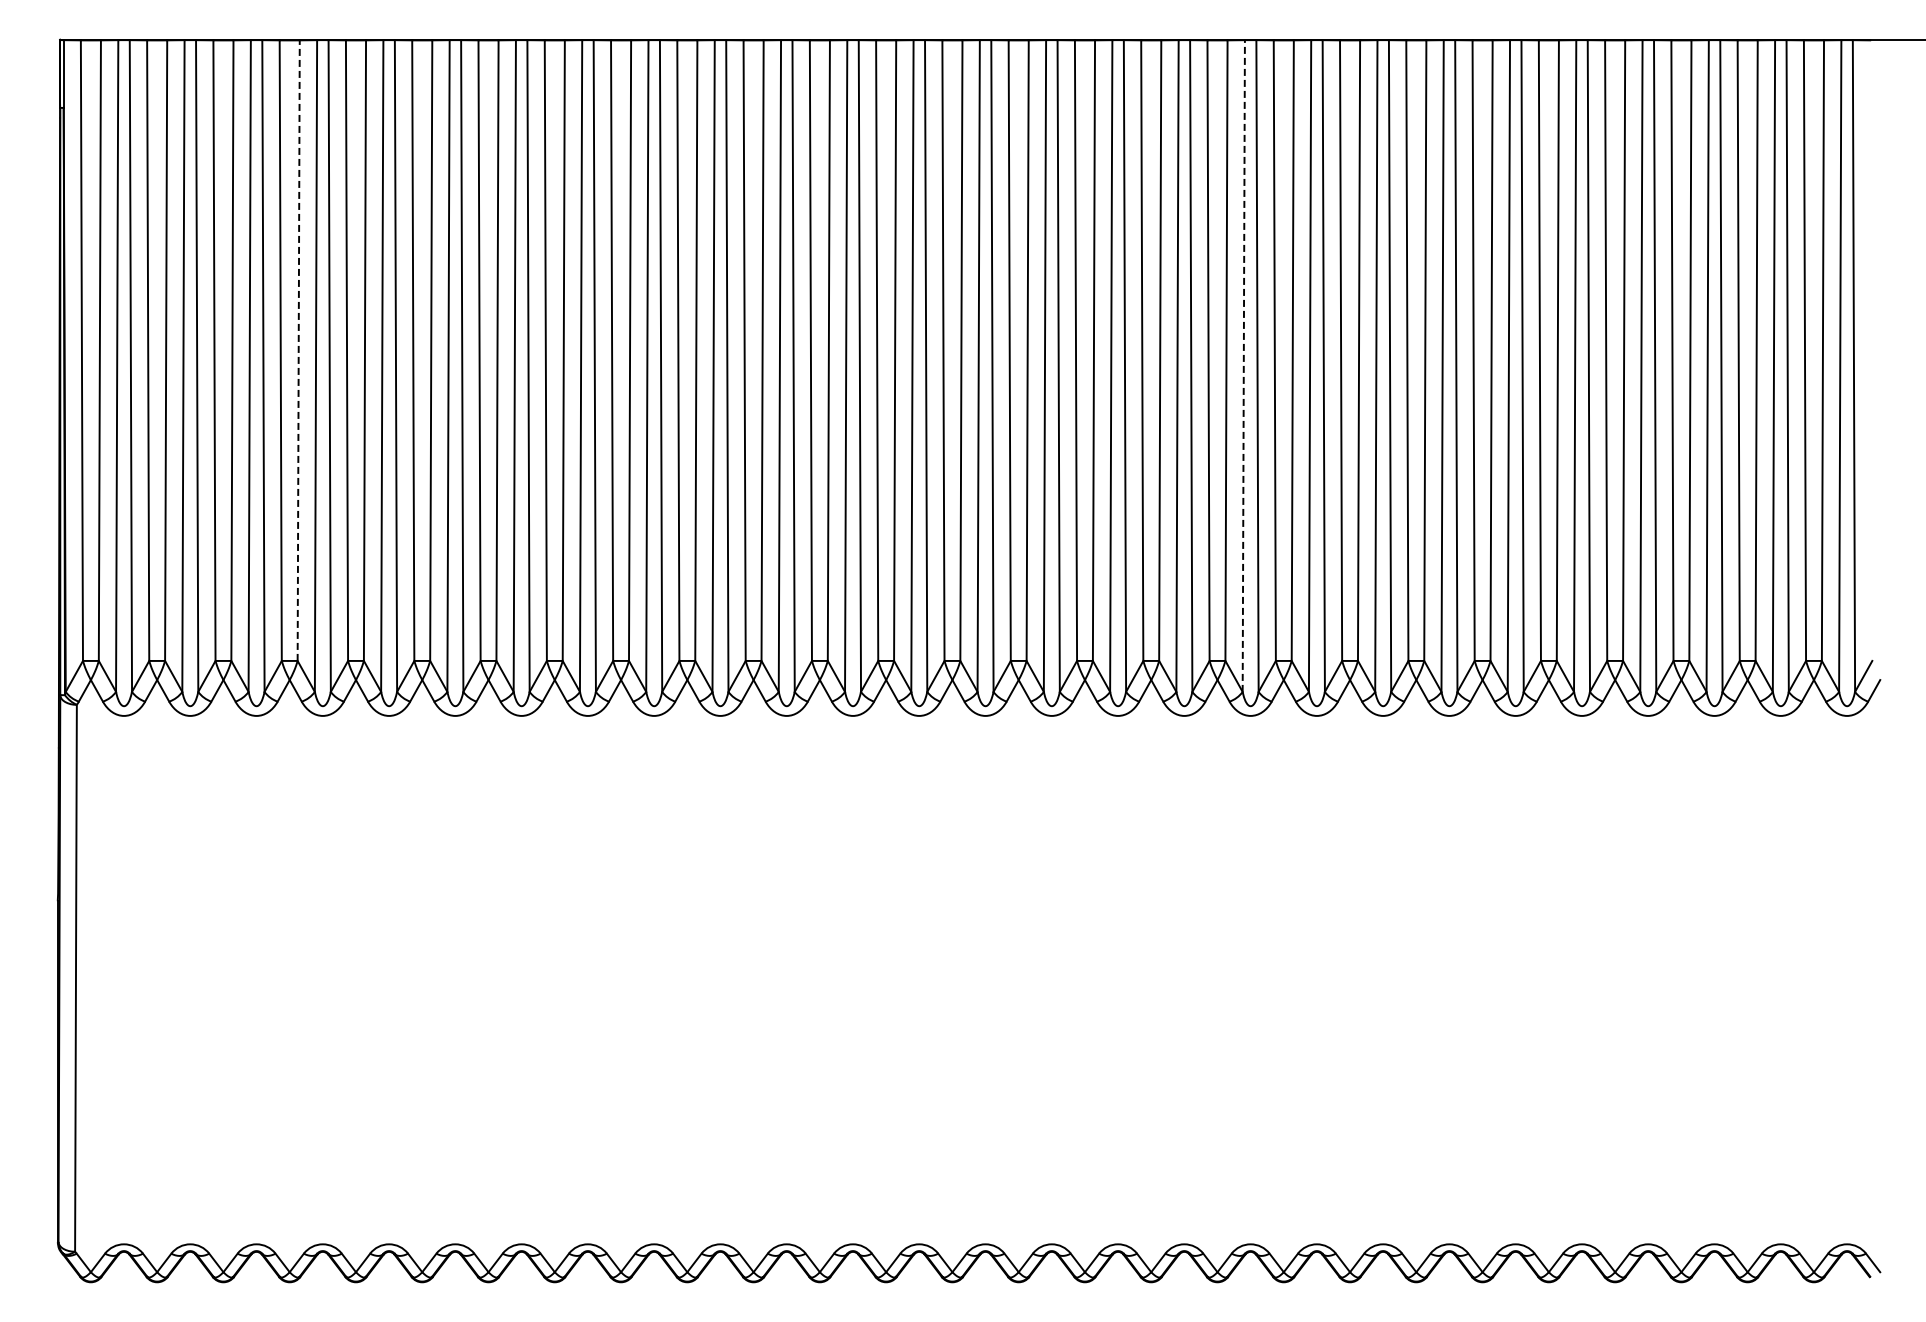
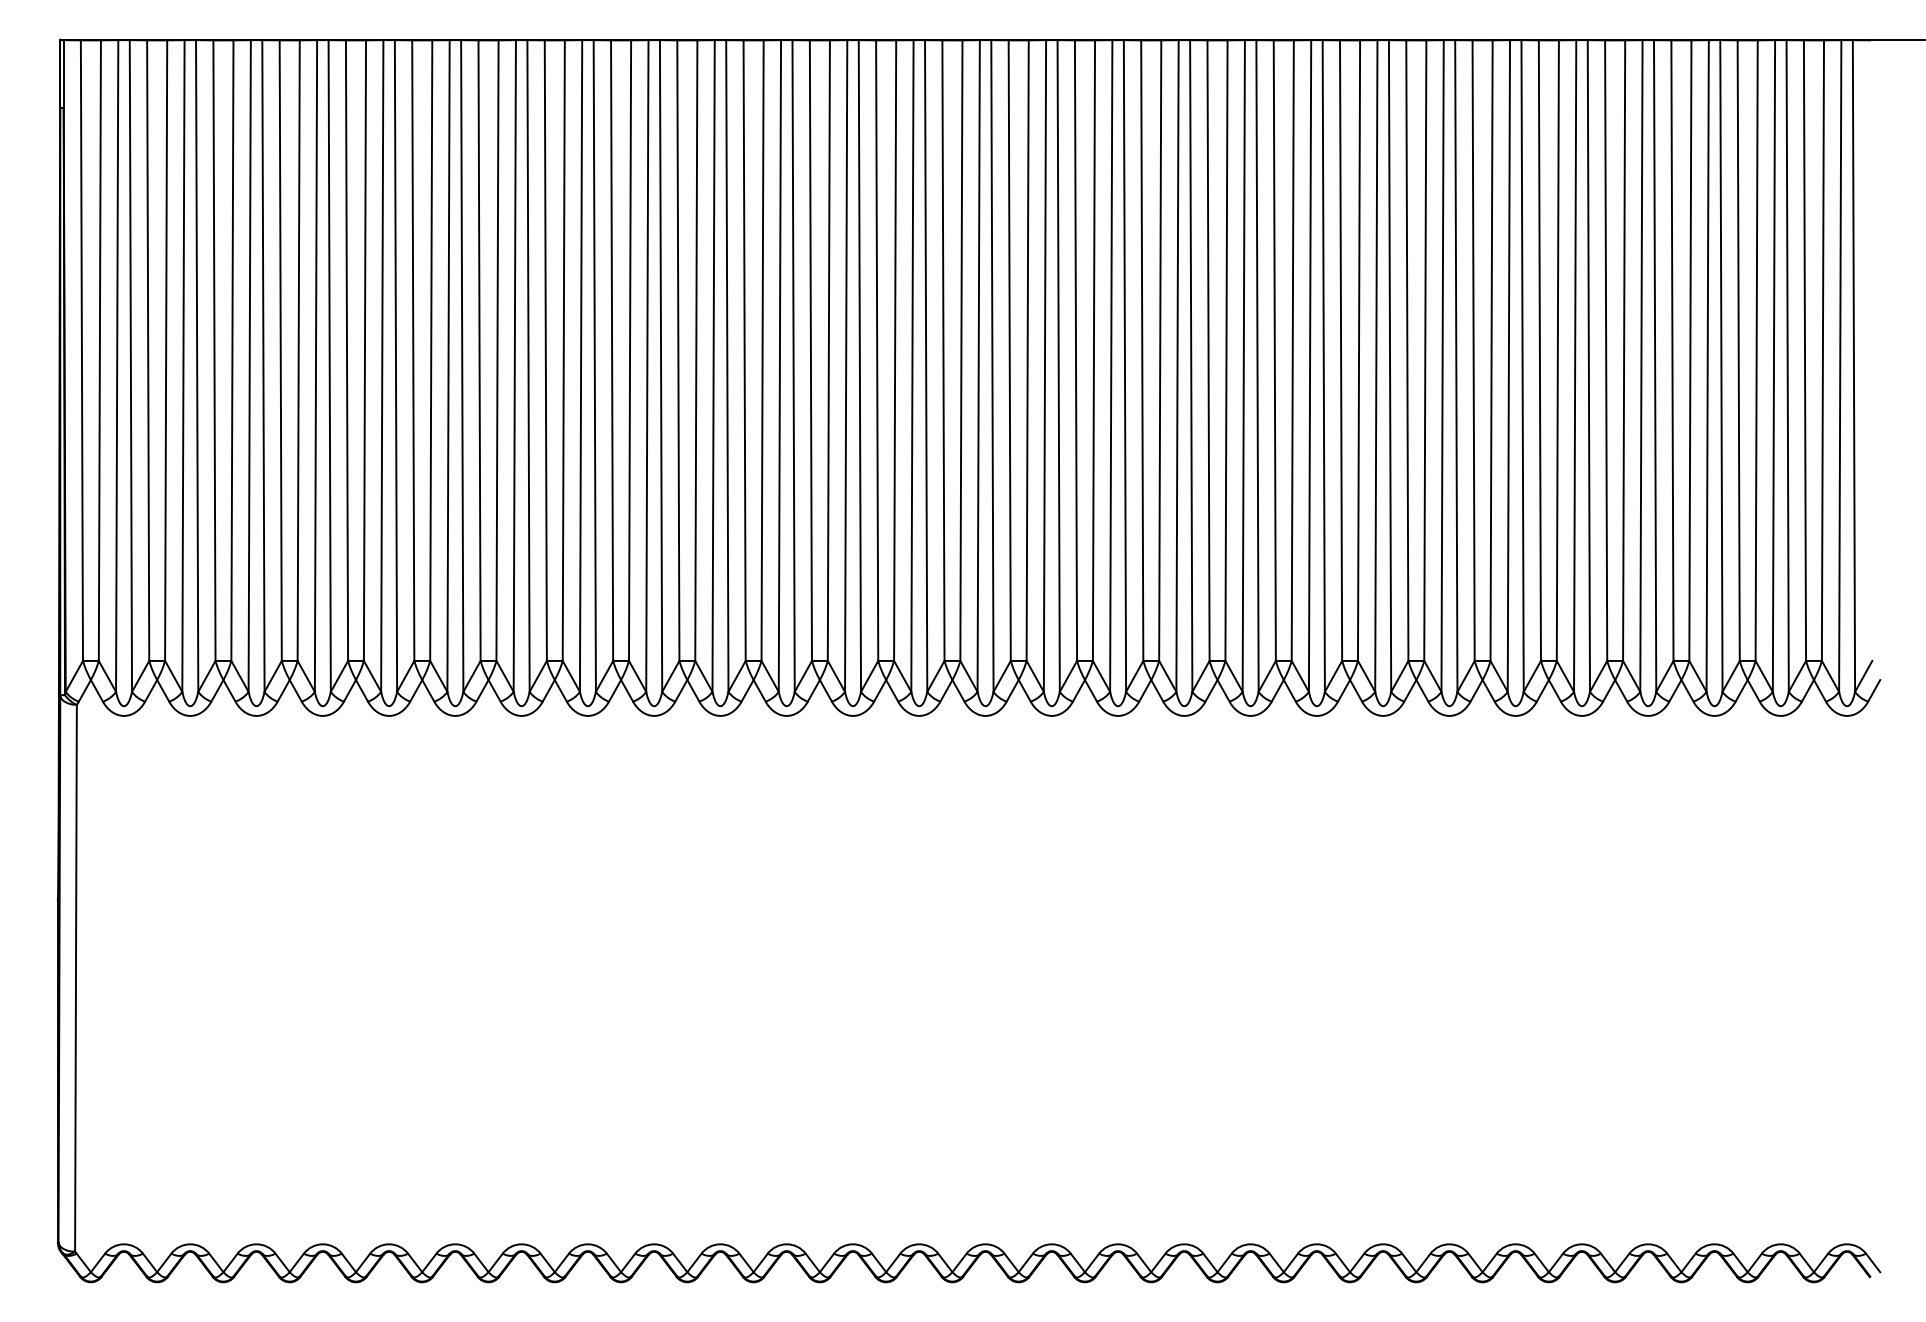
line at (298, 350): dashed -> solid
line at (1243, 366): dashed -> solid
